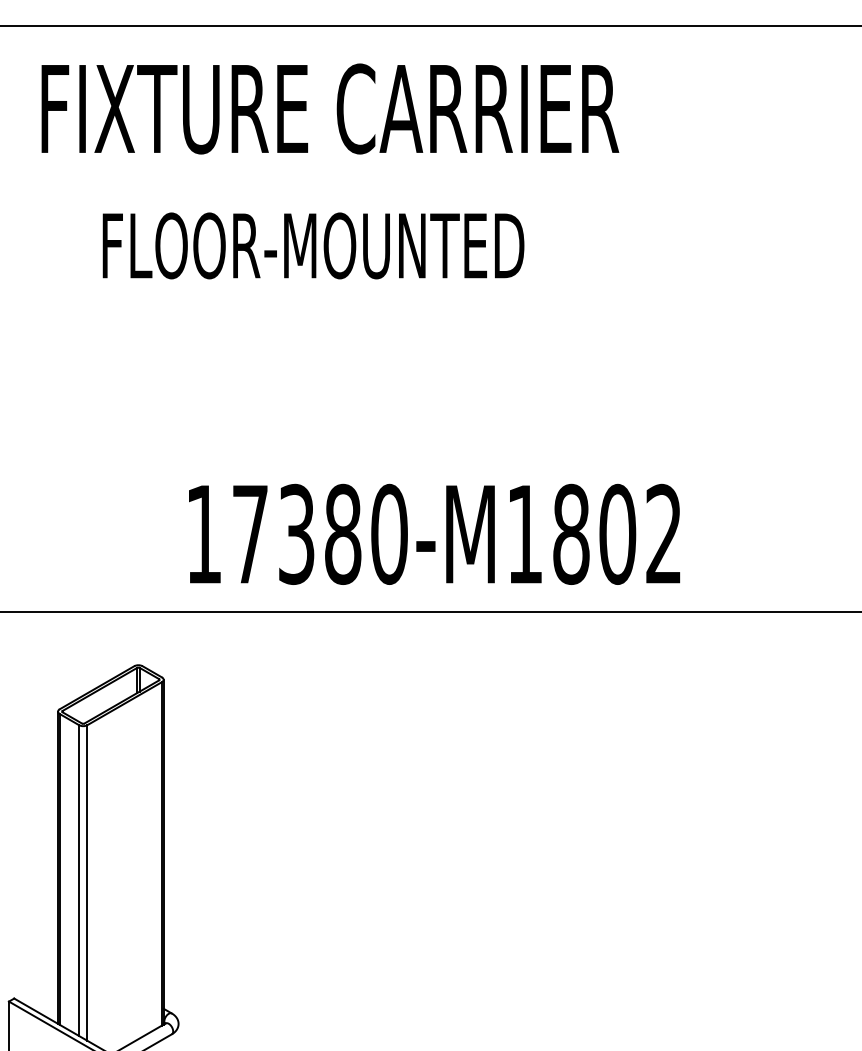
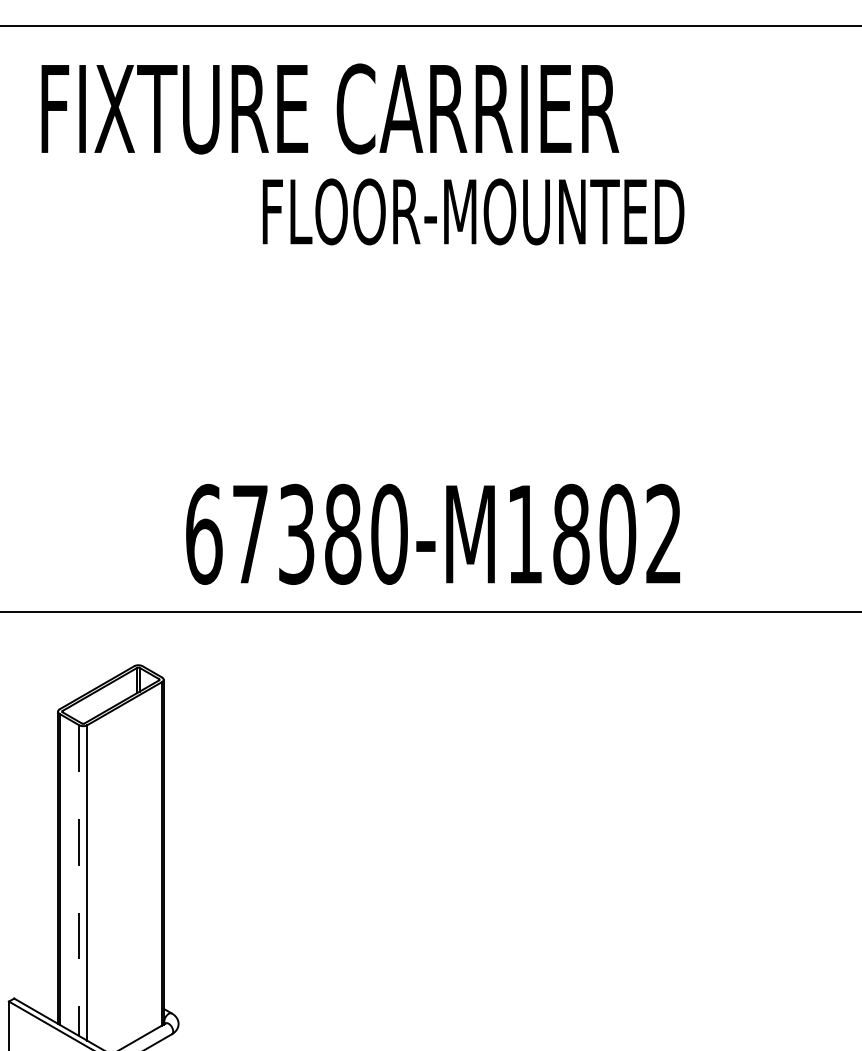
text at (313, 245) position: (313, 245) -> (473, 211)
text at (204, 533): 17380-M1802 -> 67380-M1802
line at (79, 881): solid -> dashed
